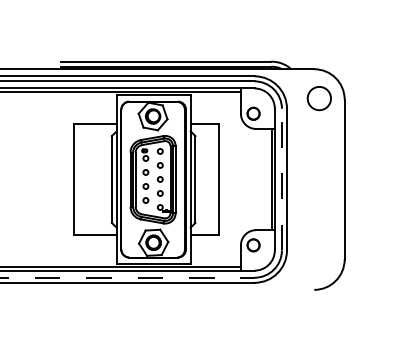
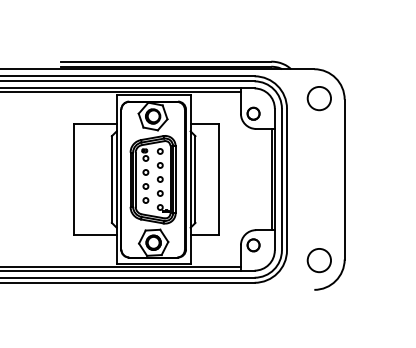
line at (281, 179): dashed -> solid
circle at (318, 260): none -> present
line at (127, 277): dashed -> solid
